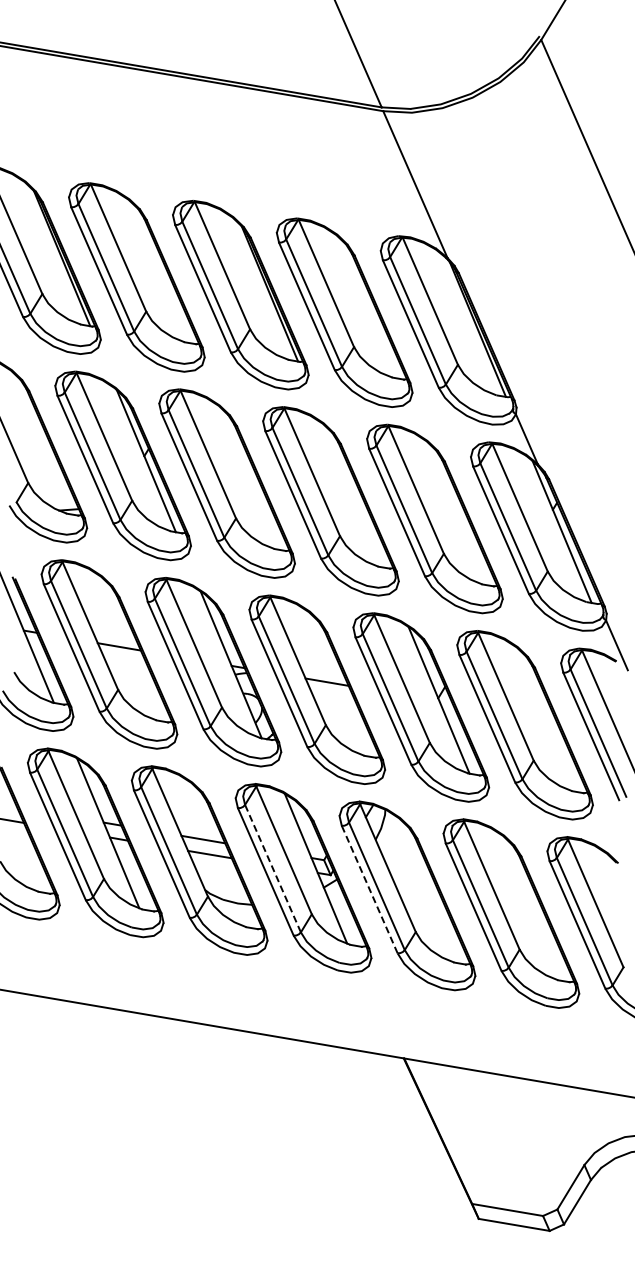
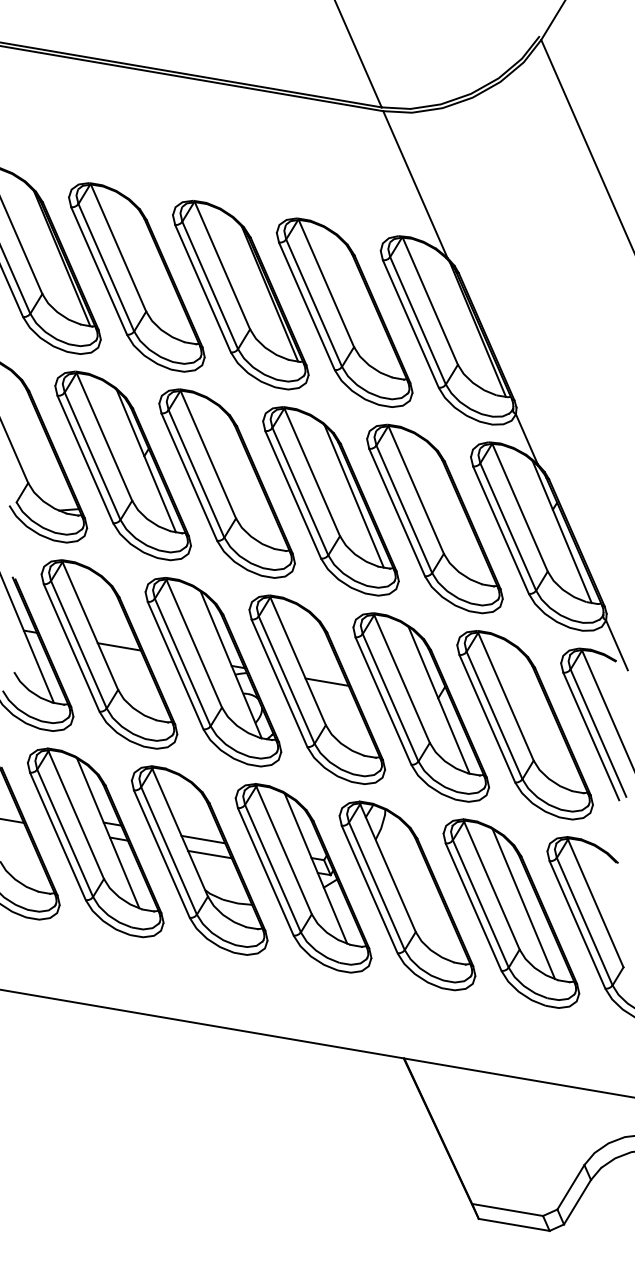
line at (353, 496): none -> present
line at (272, 868): dashed -> solid
line at (369, 889): dashed -> solid
line at (523, 903): none -> present
